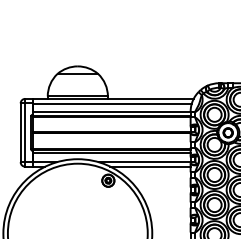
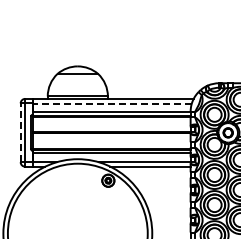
line at (112, 103): solid -> dashed
line at (20, 132): solid -> dashed
